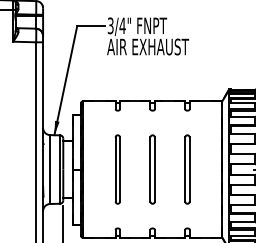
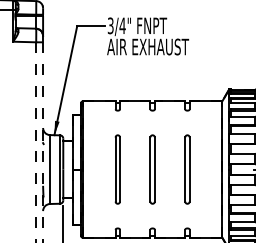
line at (36, 143): solid -> dashed
line at (43, 143): solid -> dashed
